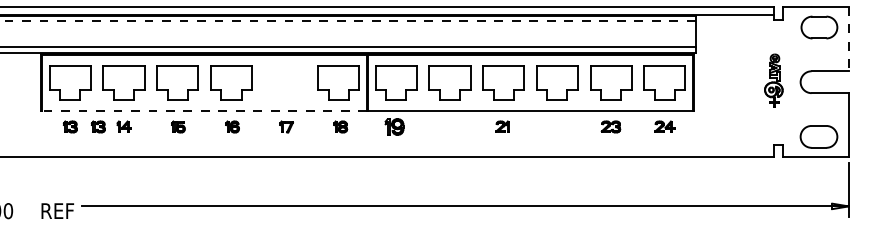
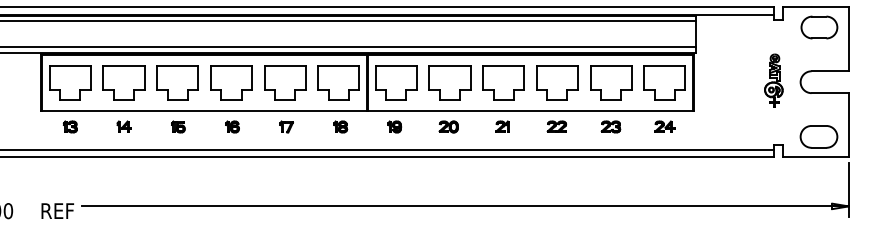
line at (348, 21): dashed -> solid
line at (848, 39): dashed -> solid
part at (285, 82): none -> present
line at (204, 110): dashed -> solid
part at (97, 126): present -> none
part at (394, 126) size: 21x18 px -> 16x14 px
part at (448, 126): none -> present
part at (556, 126): none -> present
line at (388, 149): none -> present
